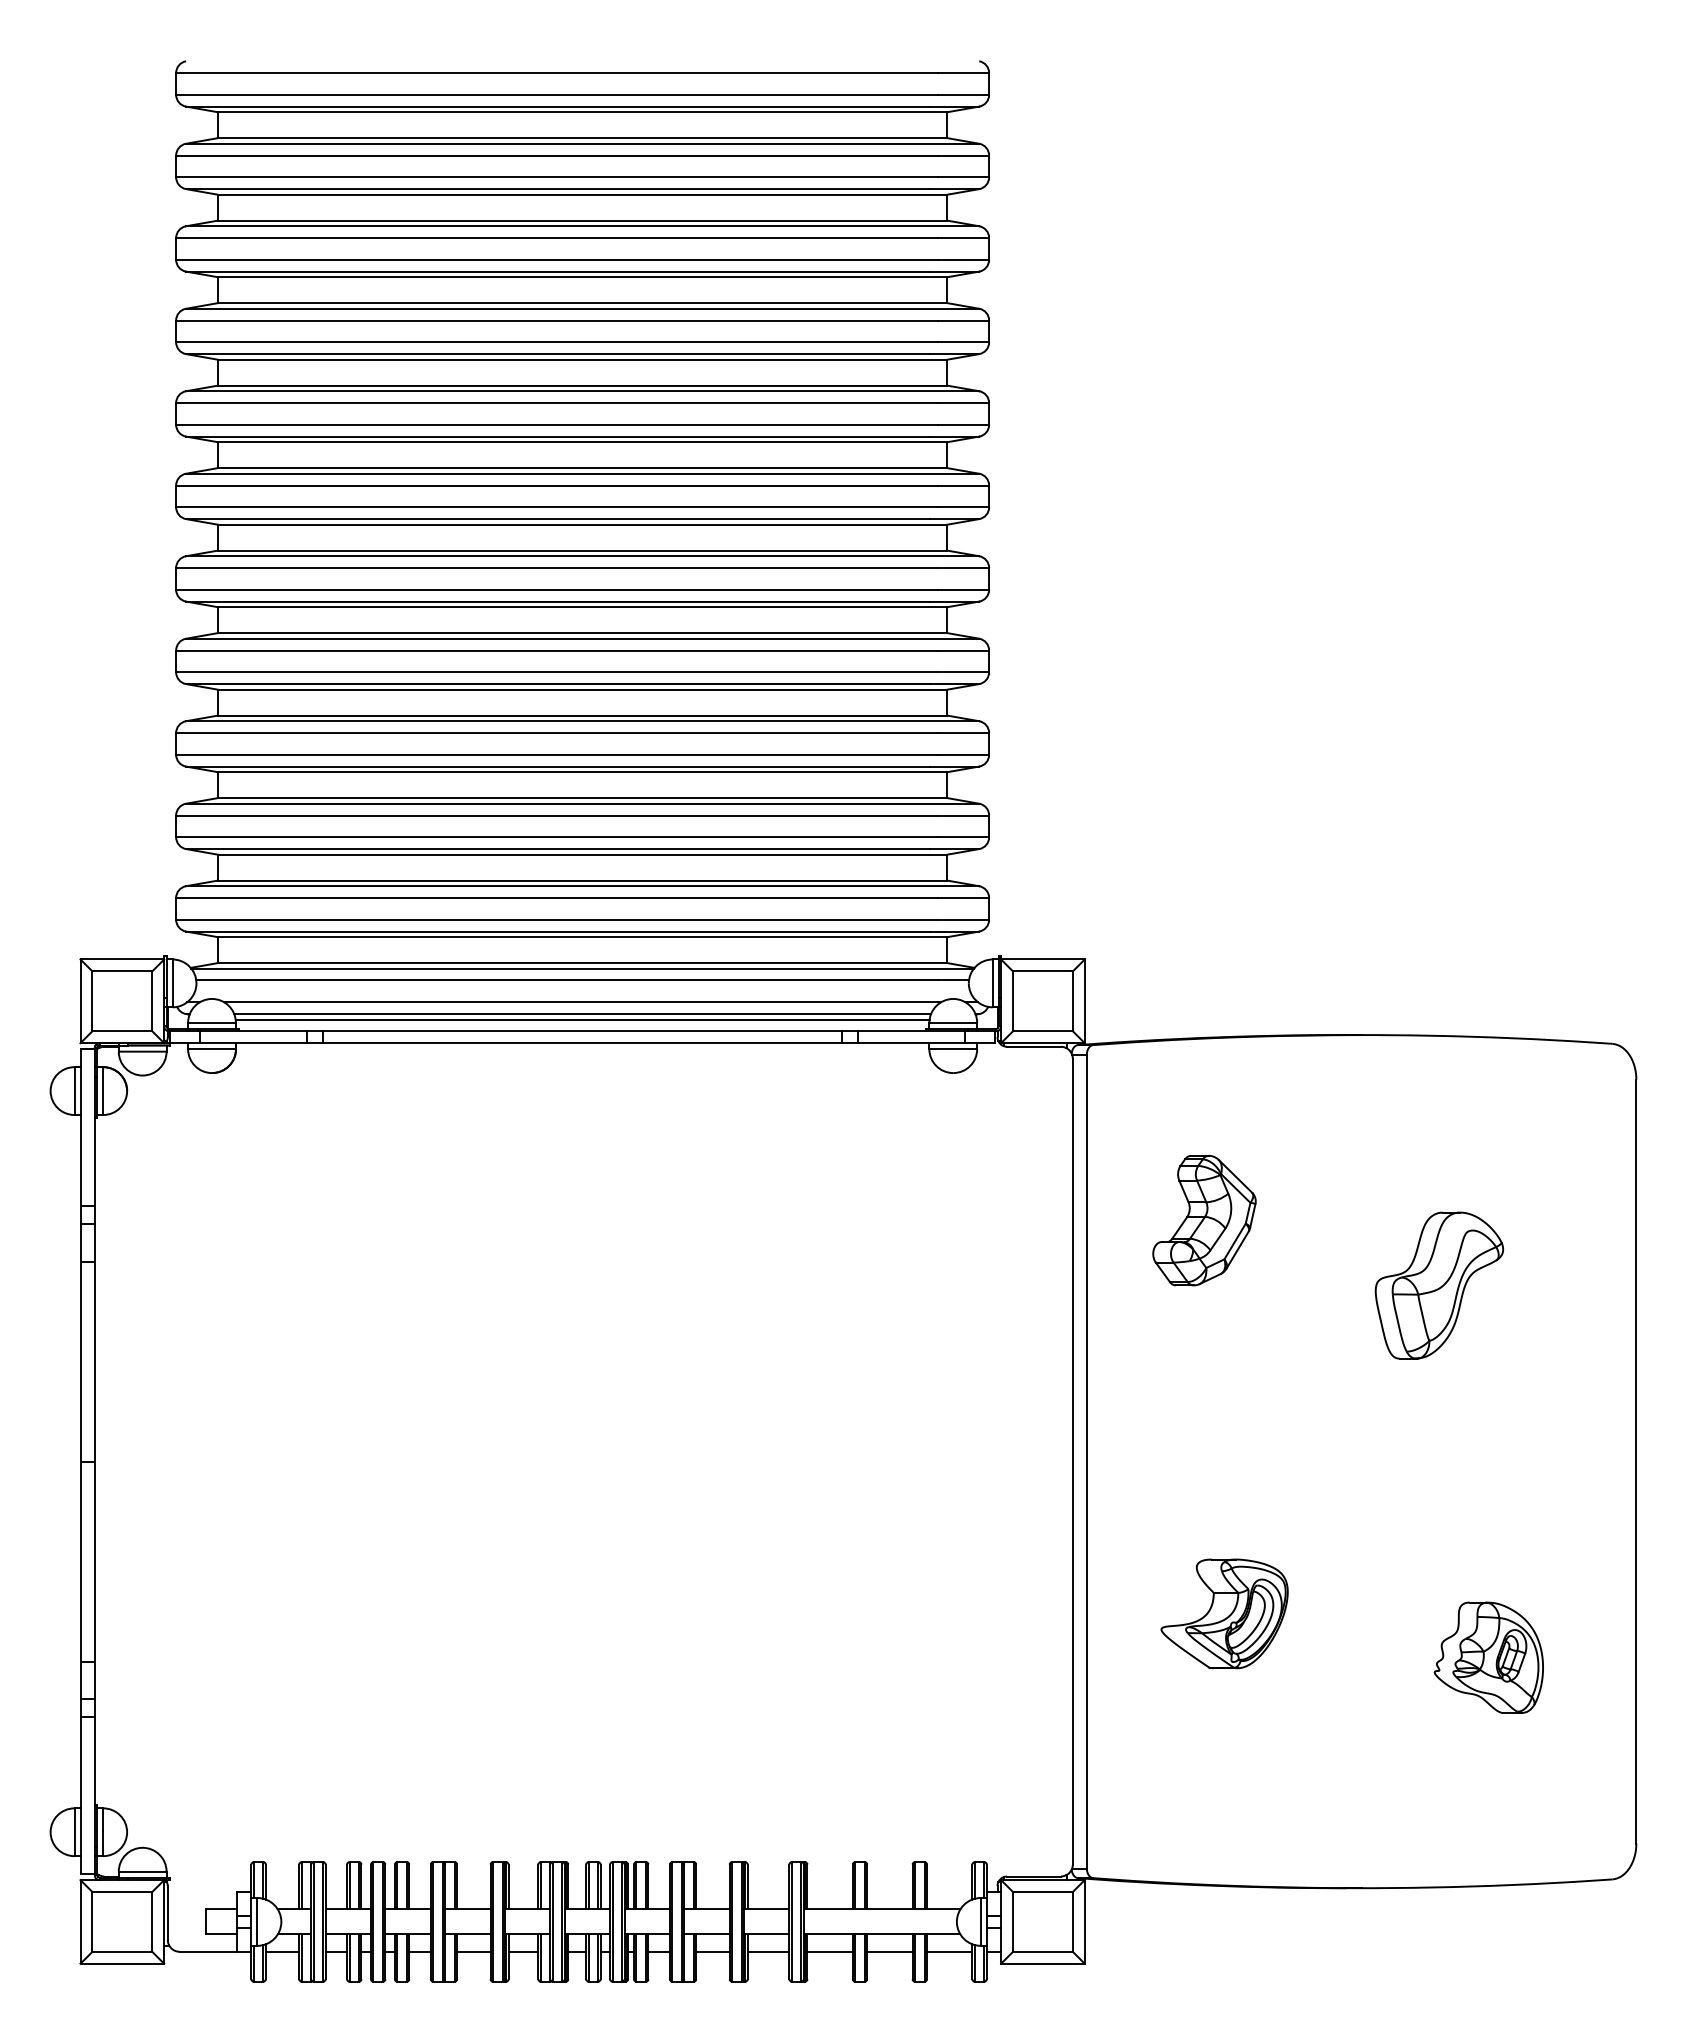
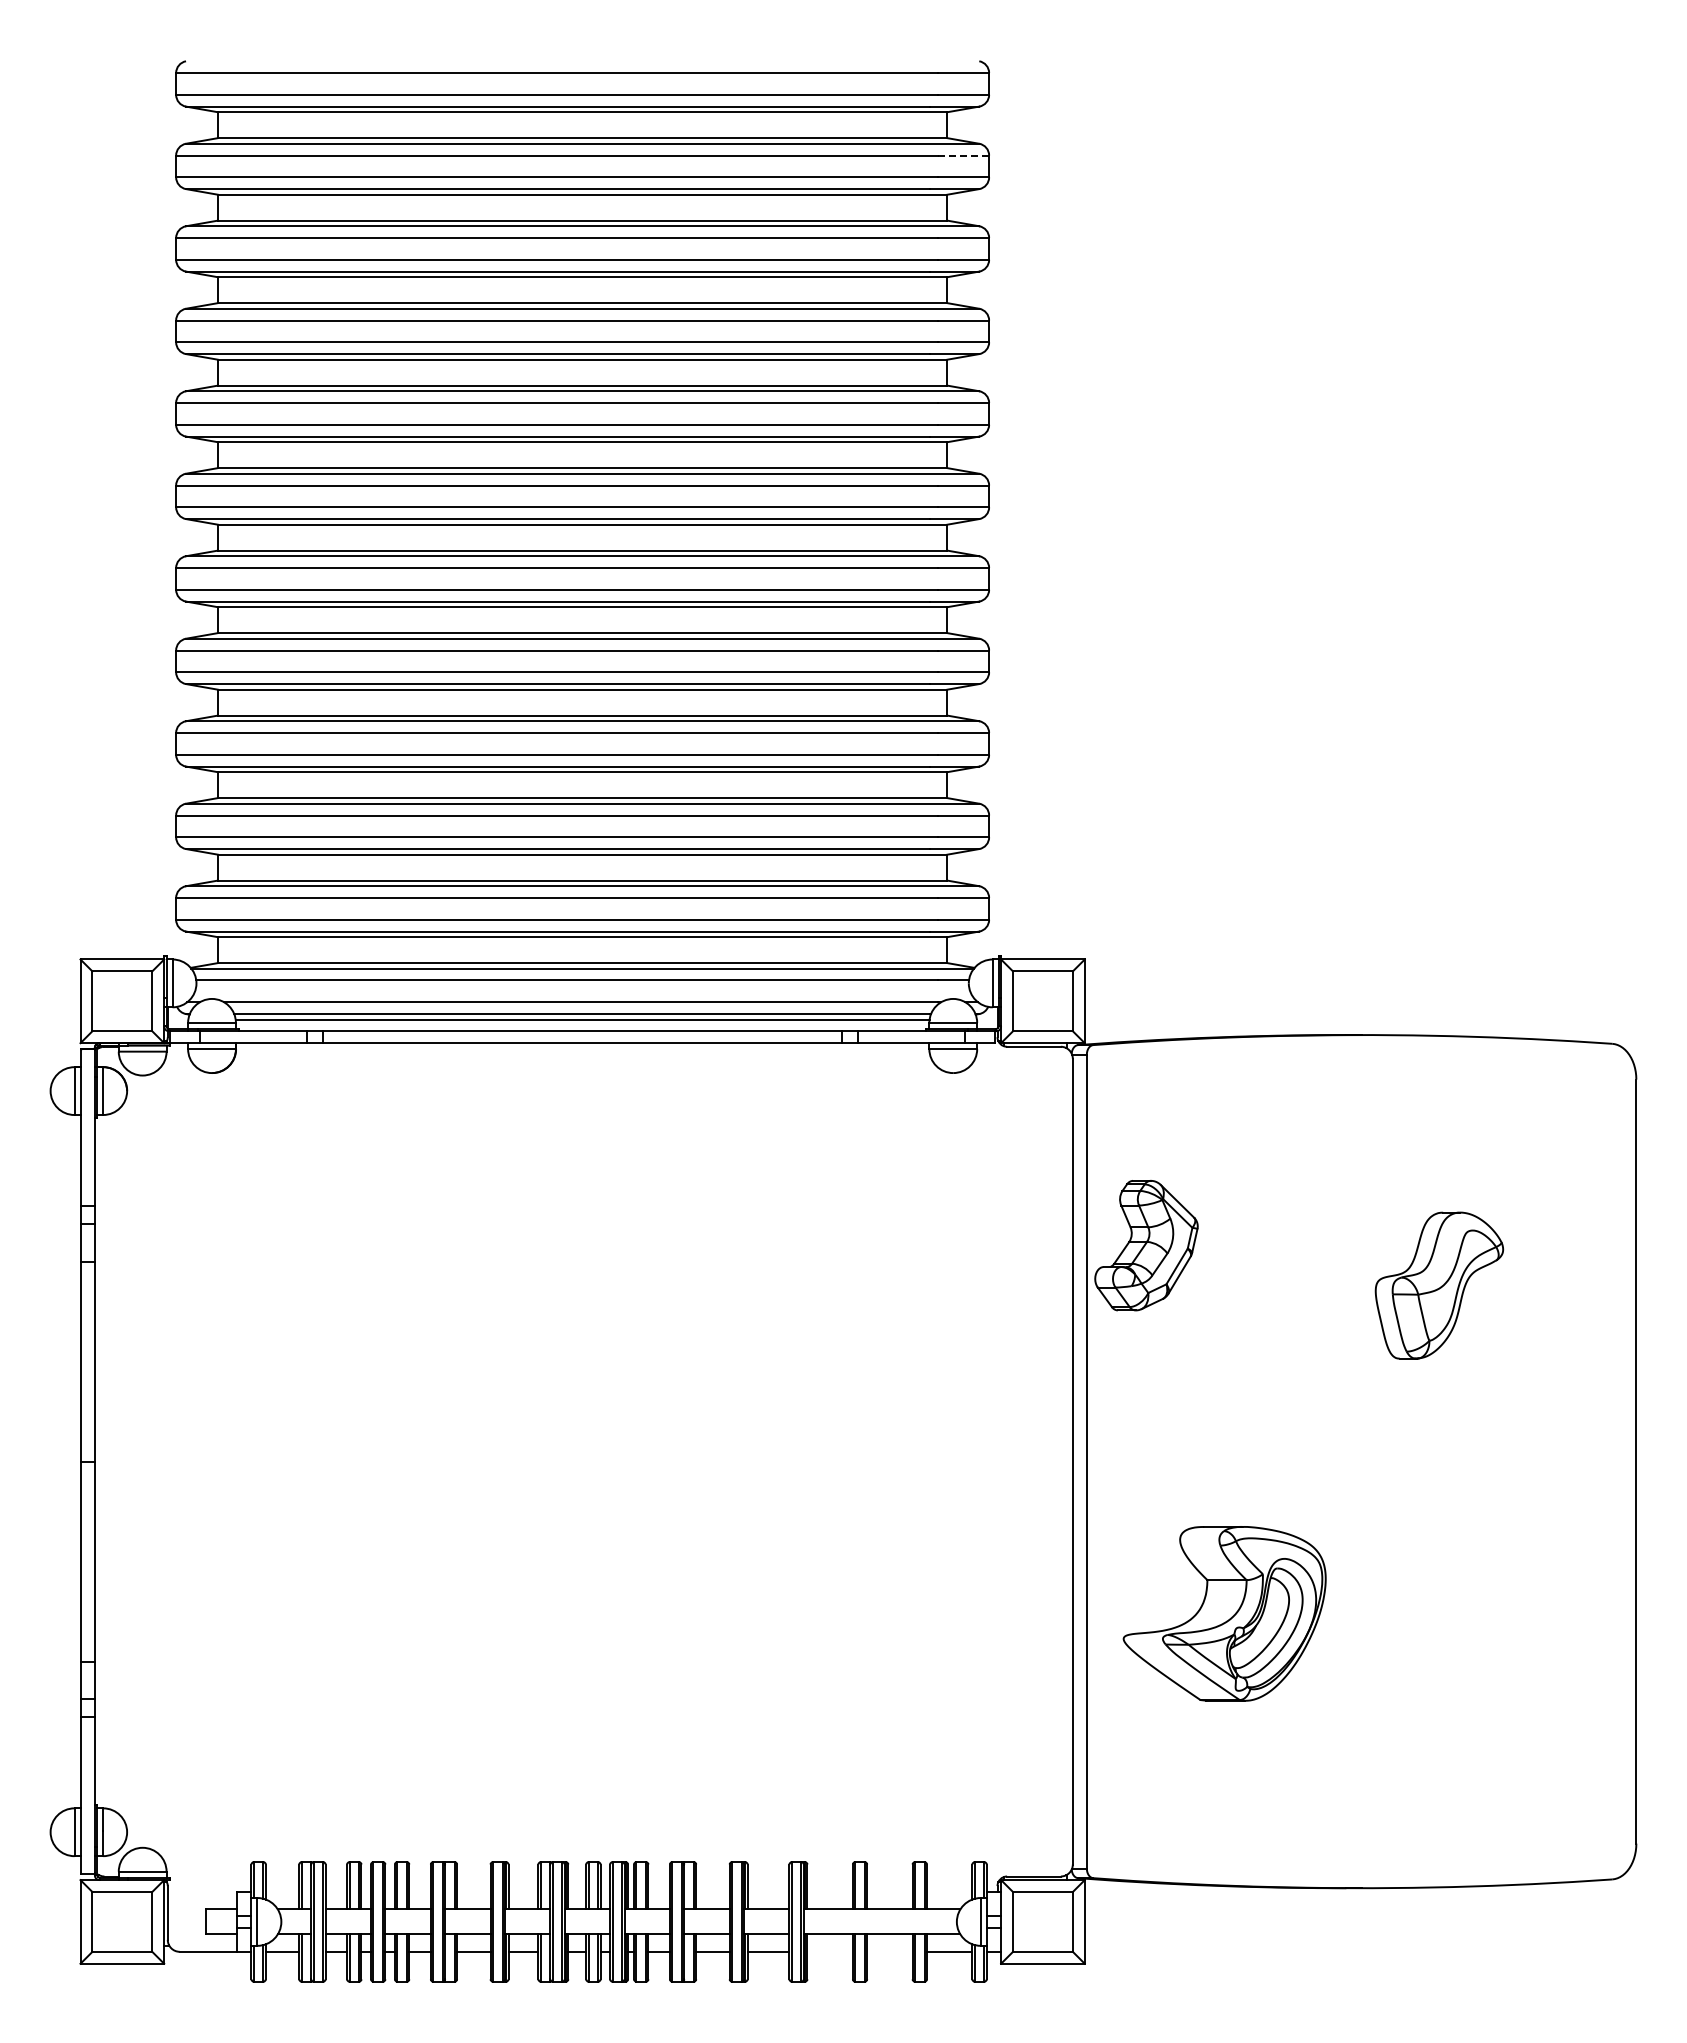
line at (963, 155): solid -> dashed
part at (1204, 1220) position: (1204, 1220) -> (1146, 1245)
part at (1224, 1613) size: 129x112 px -> 205x176 px
part at (1488, 1657): present -> none
line at (829, 1951): present -> none
line at (889, 1951): present -> none
